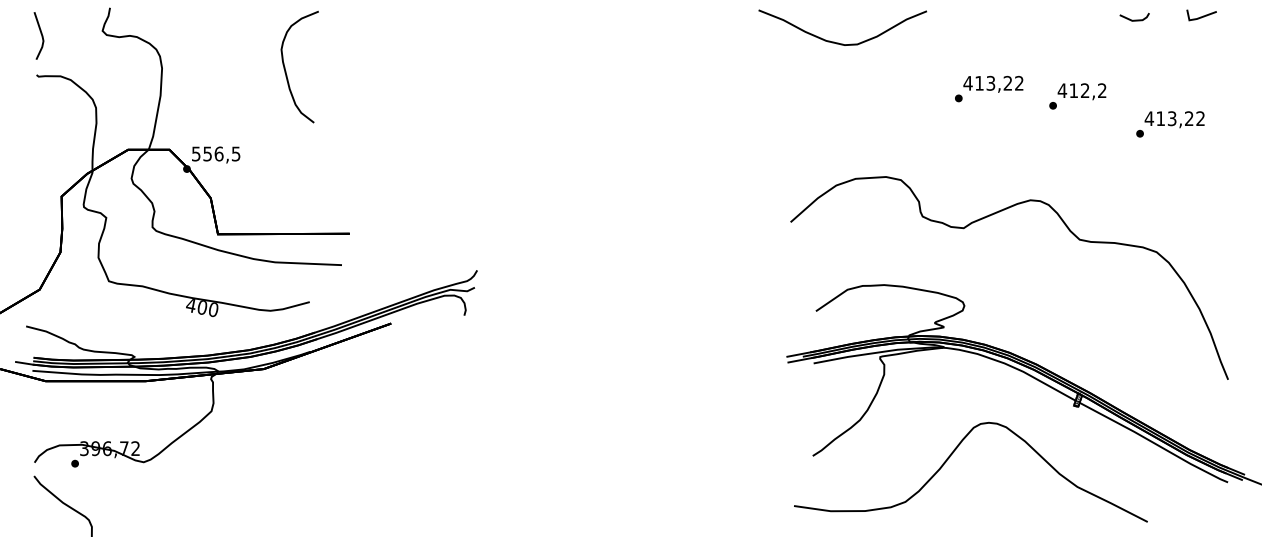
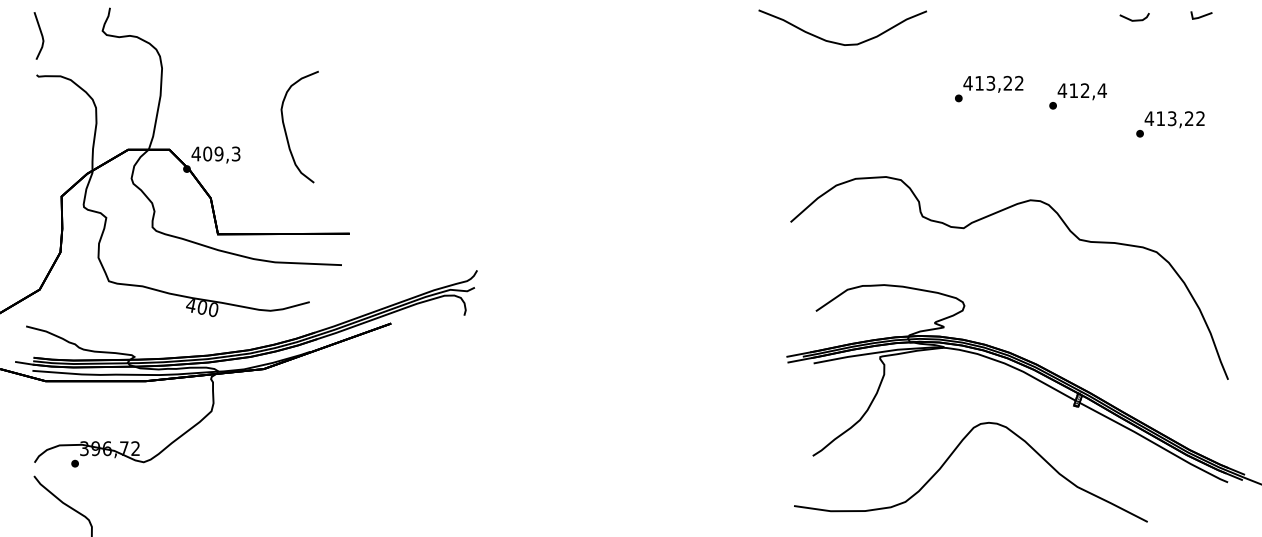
part at (1201, 15) size: 31x13 px -> 23x9 px
curve at (286, 71) position: (286, 71) -> (286, 131)
text at (1101, 90): 412,2 -> 412,4
text at (215, 153): 556,5 -> 409,3
